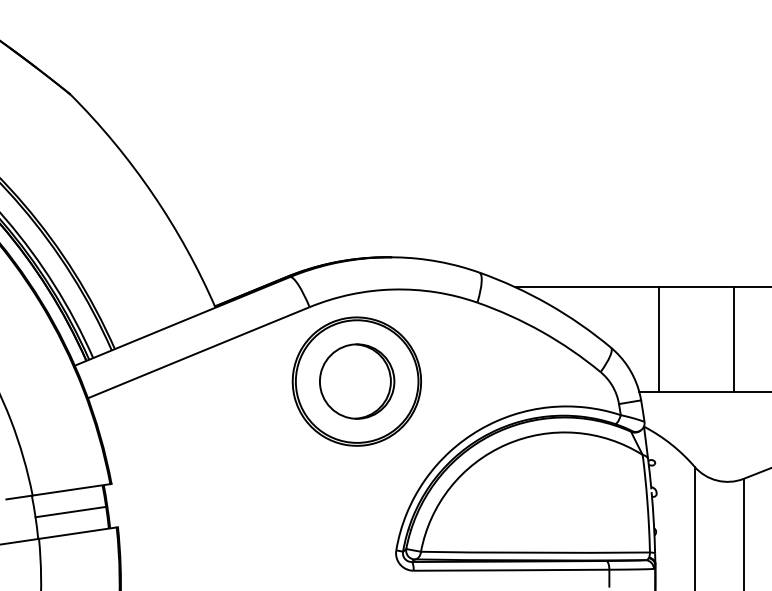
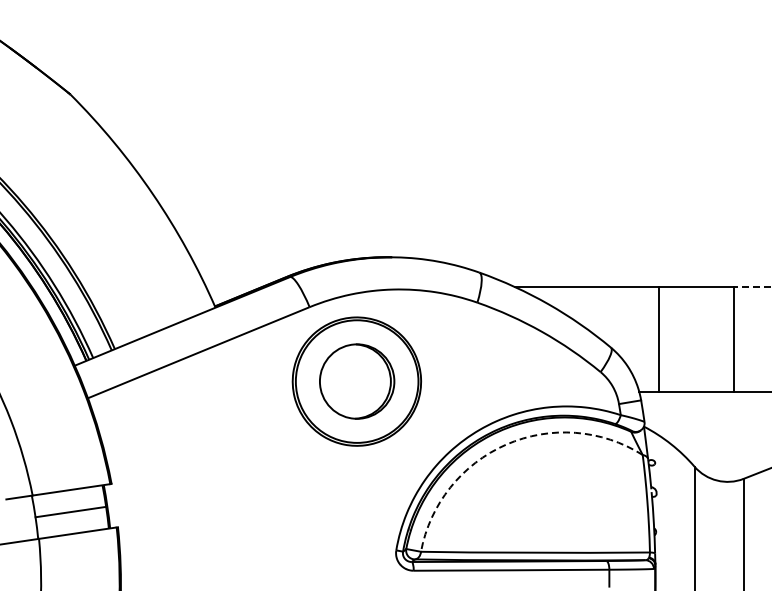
line at (752, 287): solid -> dashed
arc at (506, 444): solid -> dashed
